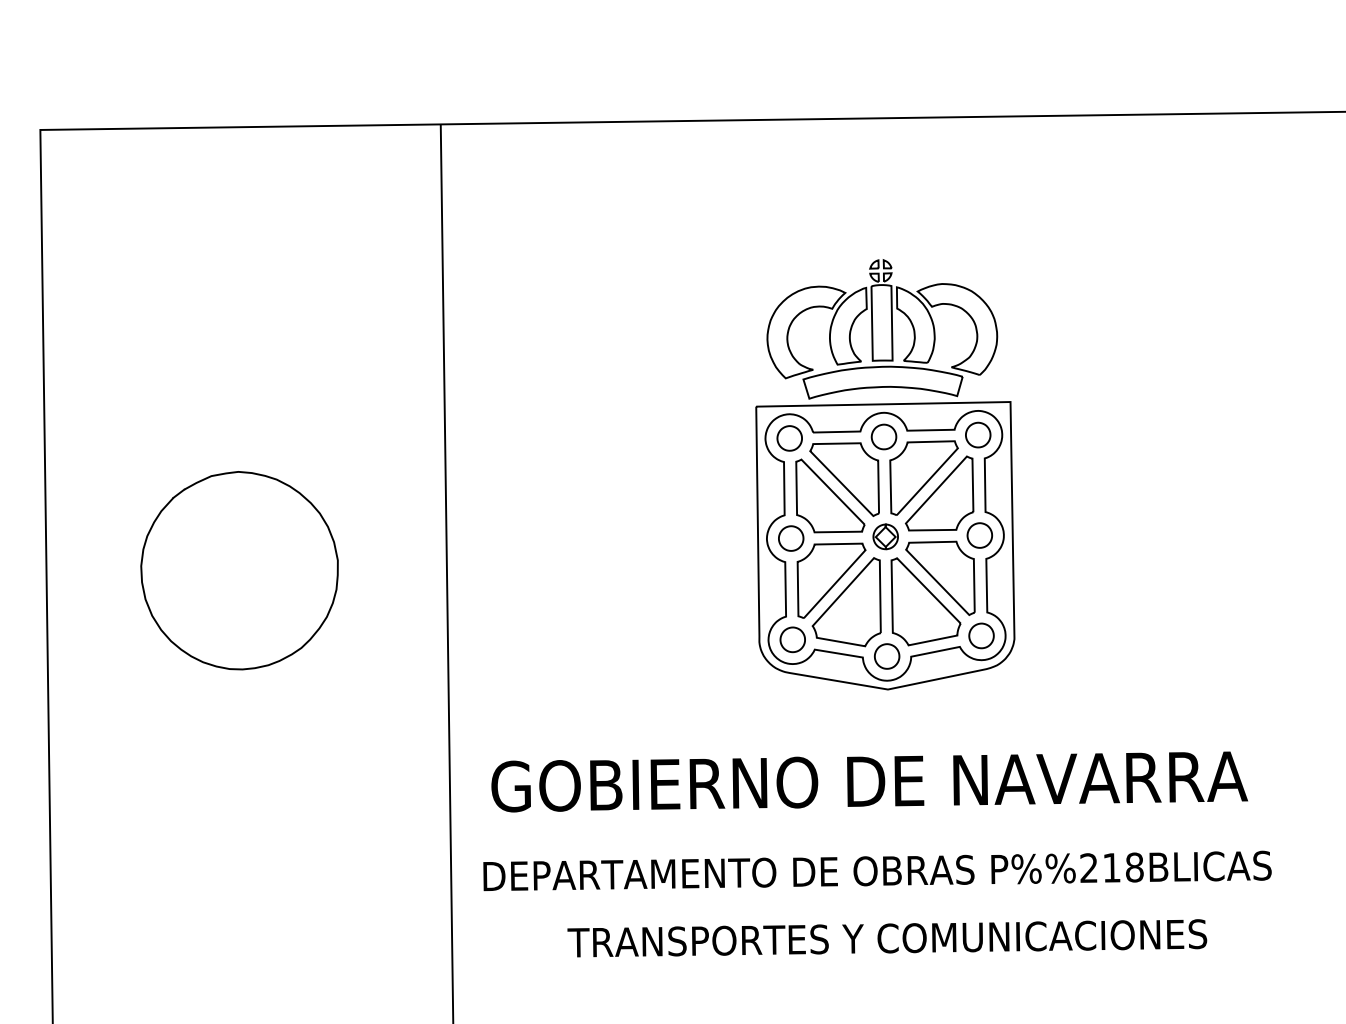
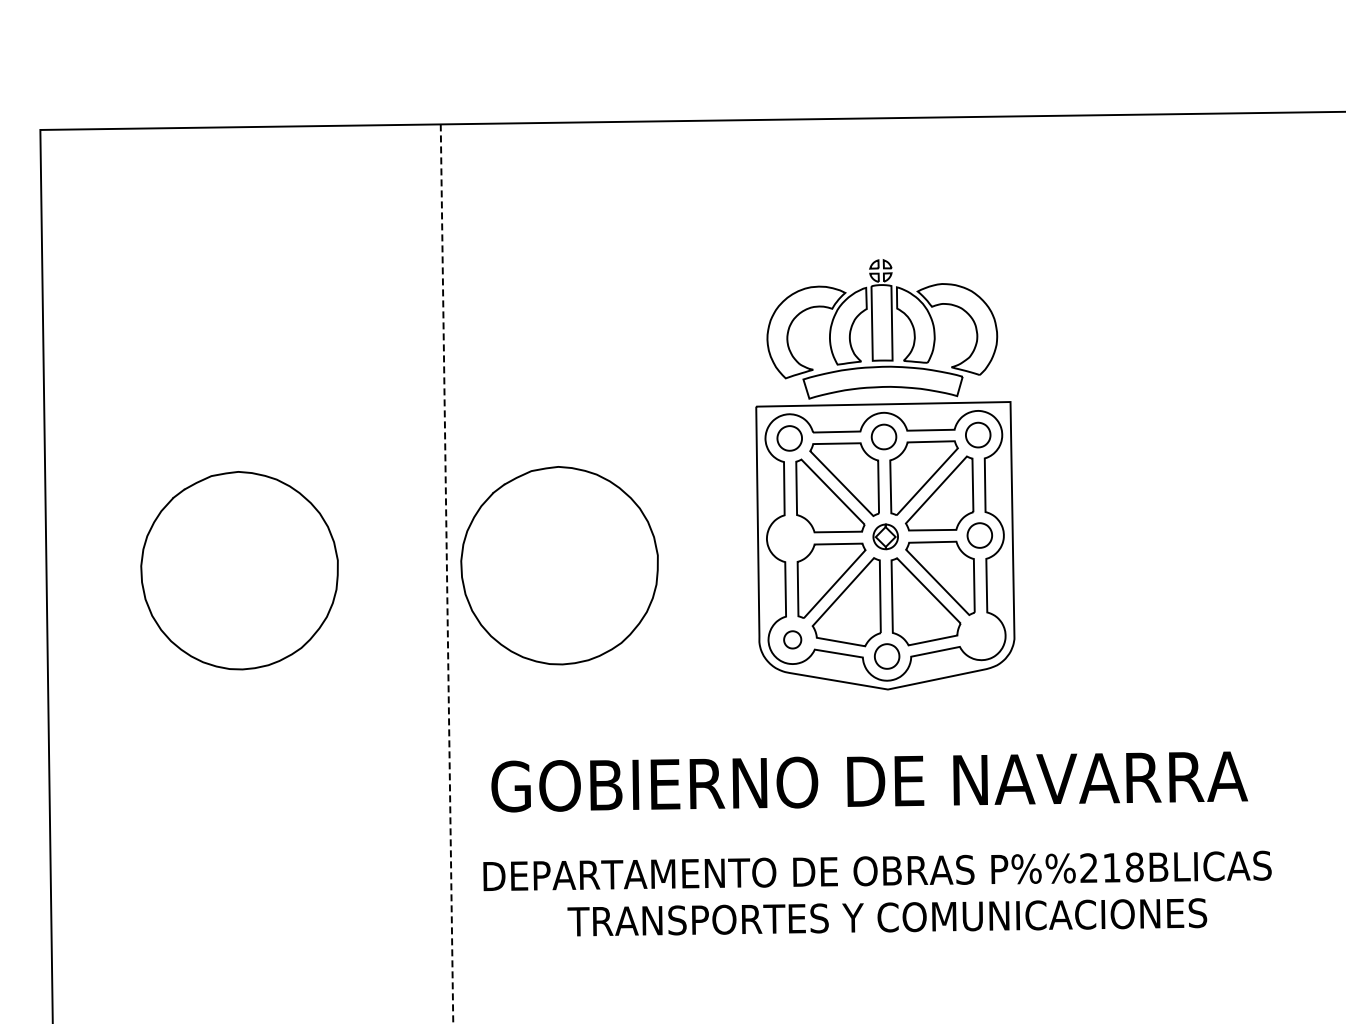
part at (791, 538): present -> none
part at (559, 565): none -> present
line at (447, 574): solid -> dashed
part at (981, 635): present -> none
part at (792, 639) size: 27x28 px -> 20x20 px
text at (887, 938) position: (887, 938) -> (887, 917)
